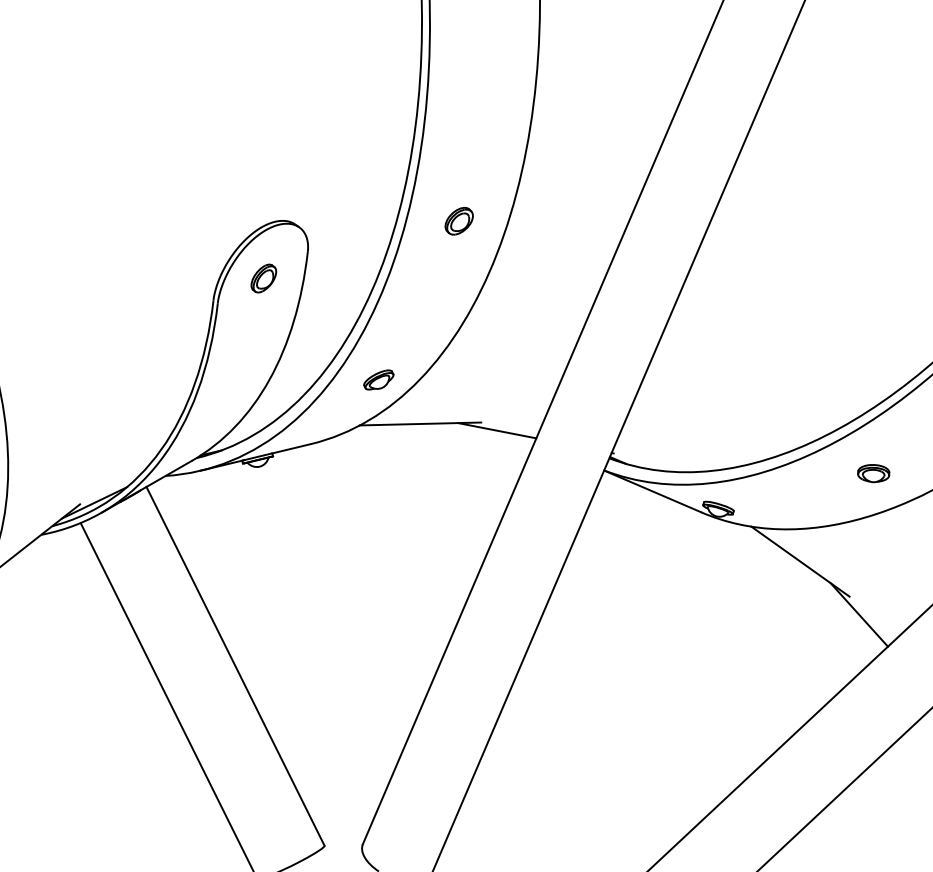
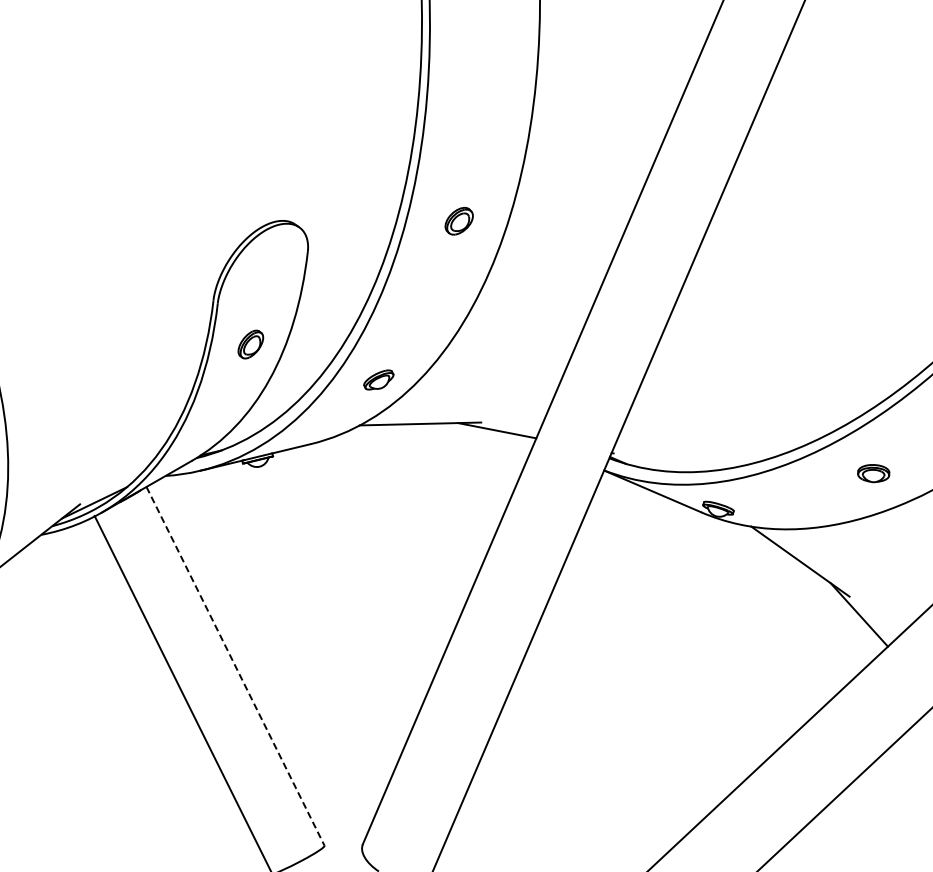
part at (263, 278) position: (263, 278) -> (250, 344)
line at (235, 666): solid -> dashed
line at (166, 695) position: (166, 695) -> (181, 692)
